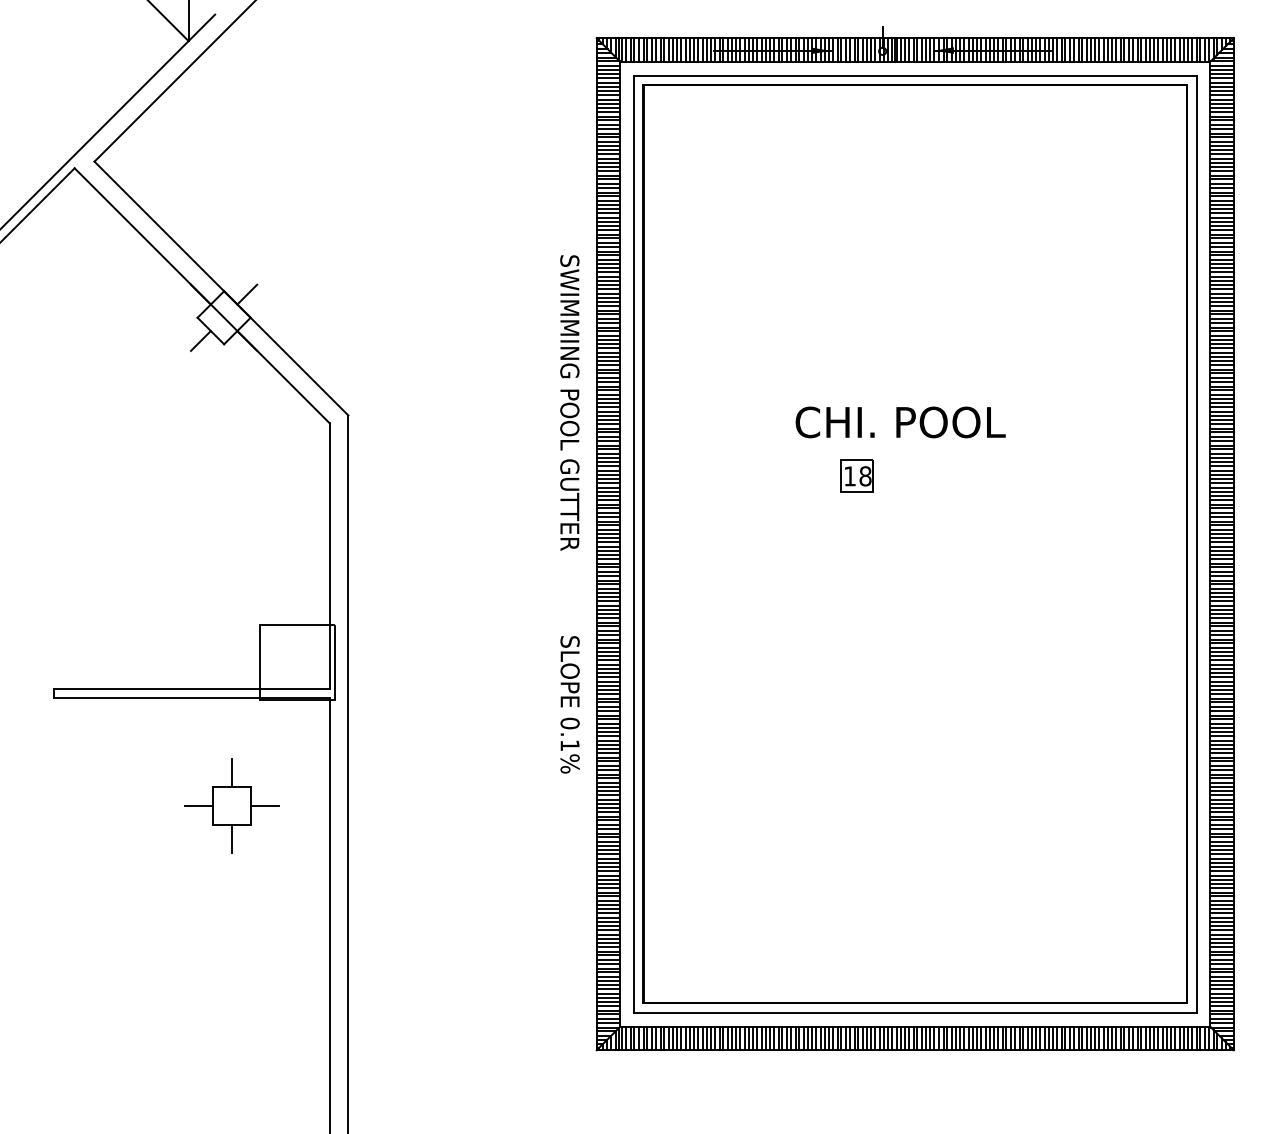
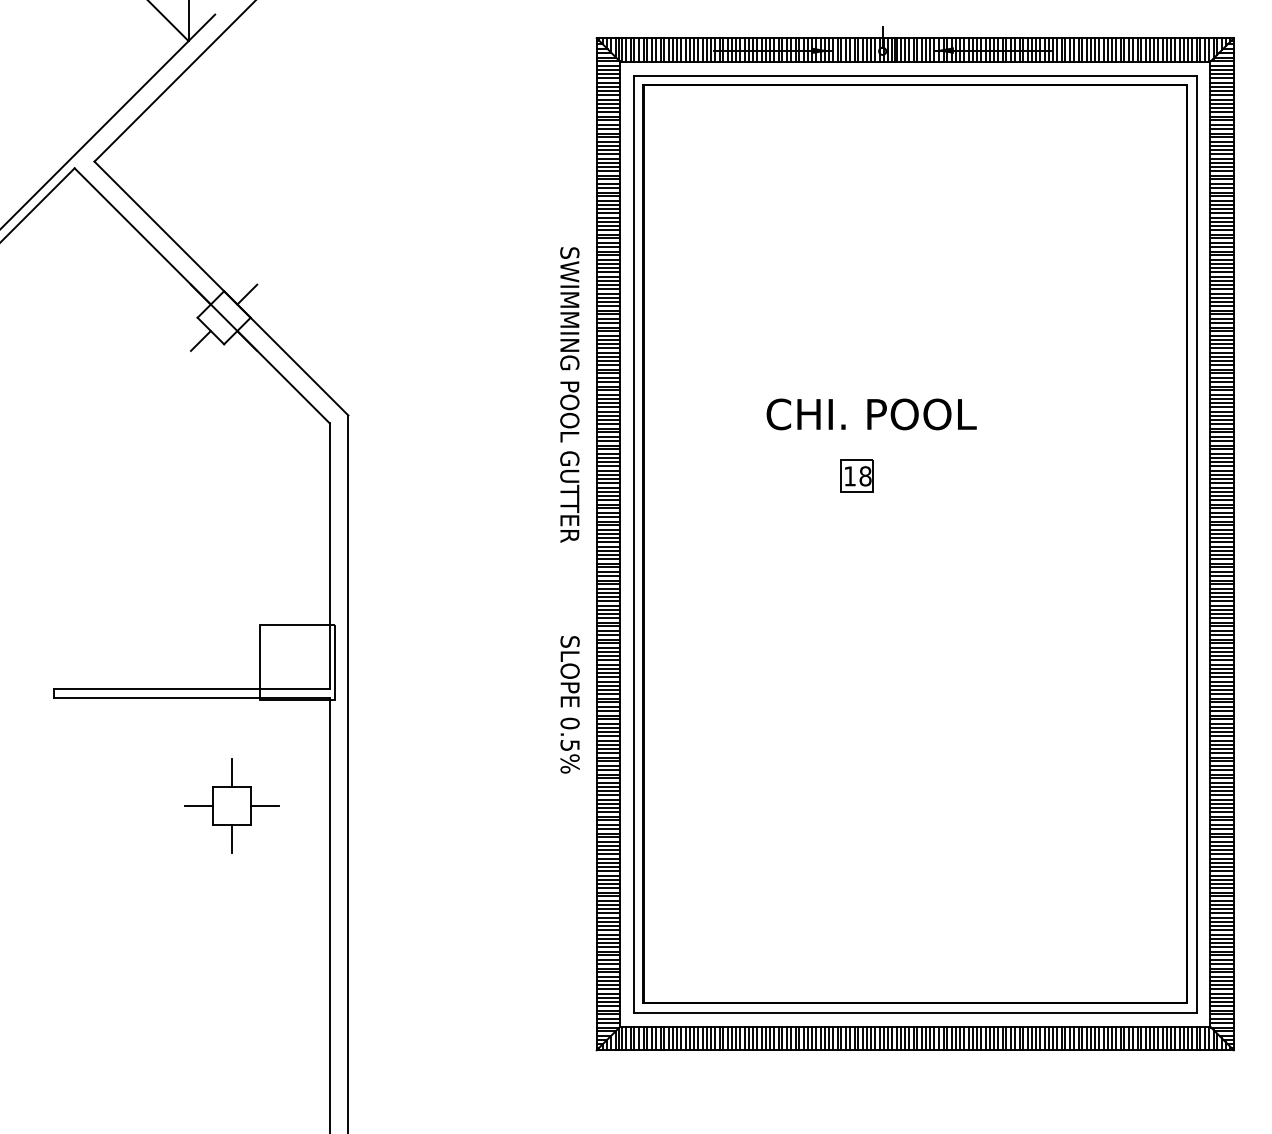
text at (569, 402) position: (569, 402) -> (569, 394)
text at (900, 422) position: (900, 422) -> (871, 414)
text at (569, 745): 0.1% -> 0.5%
